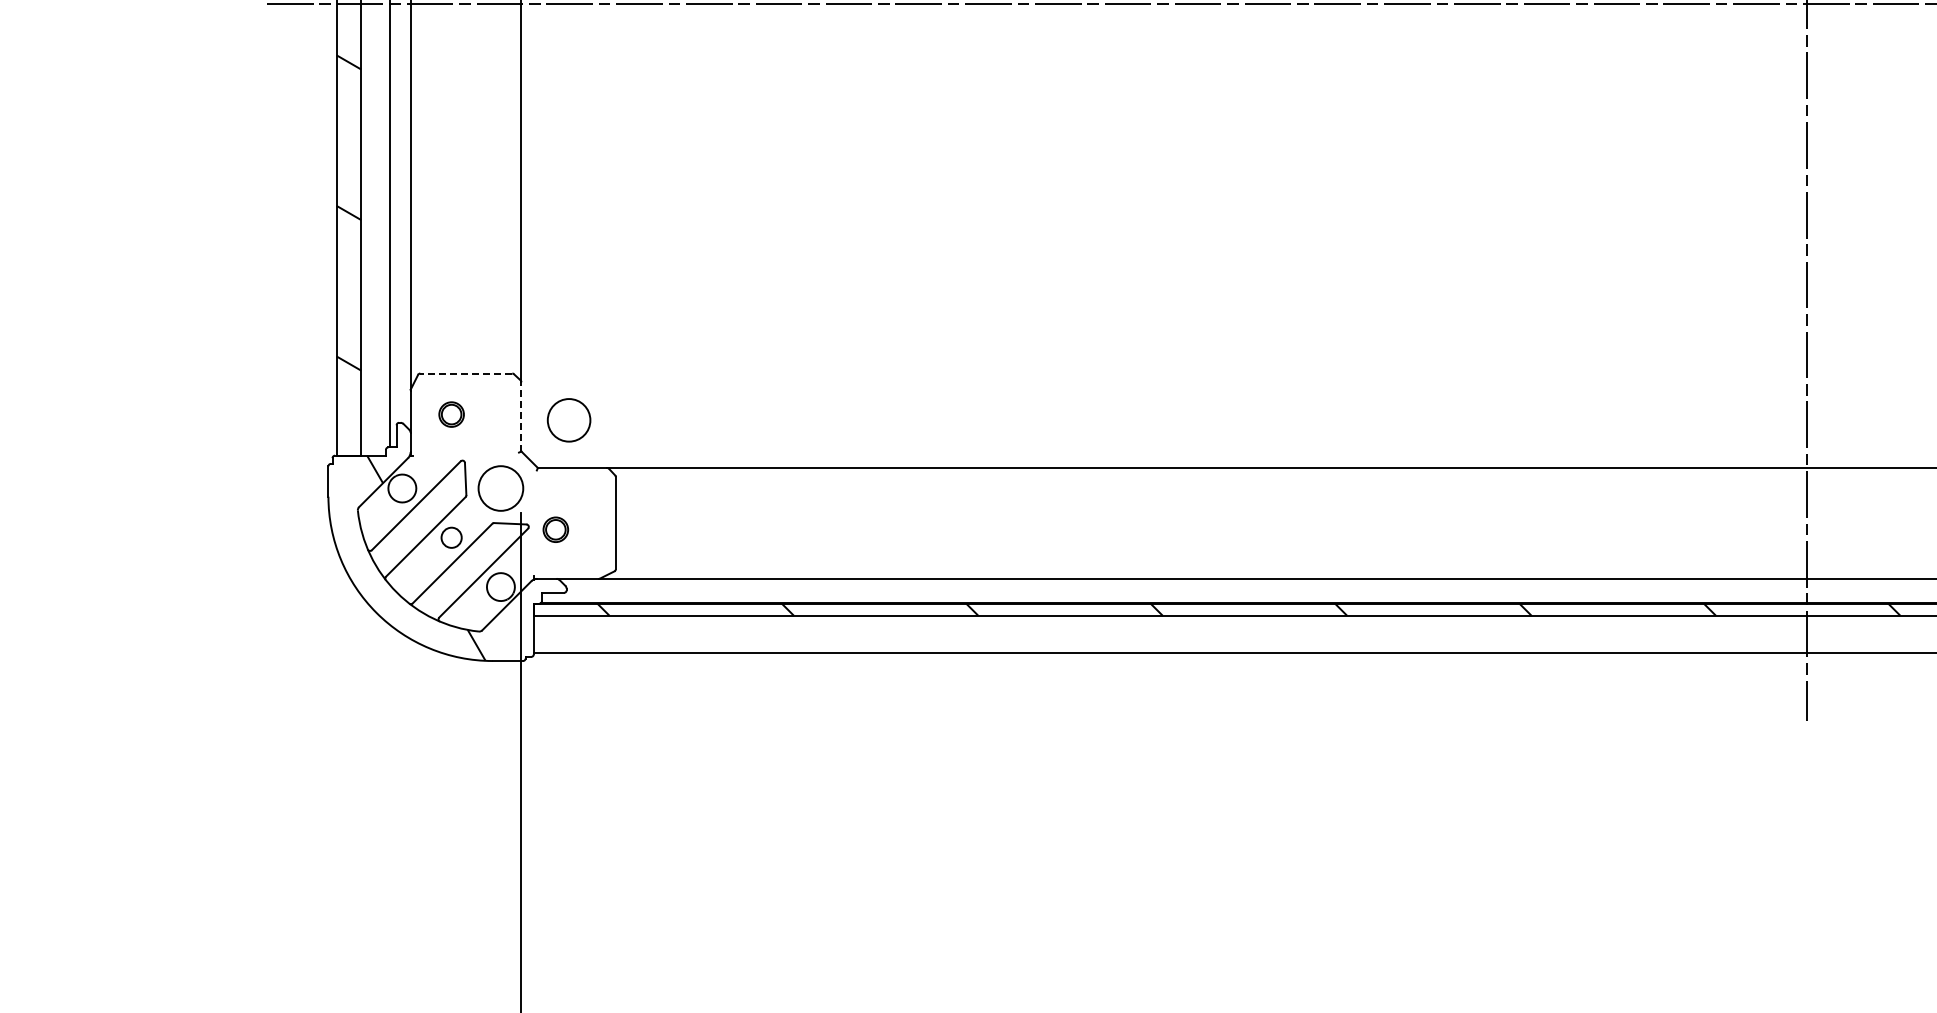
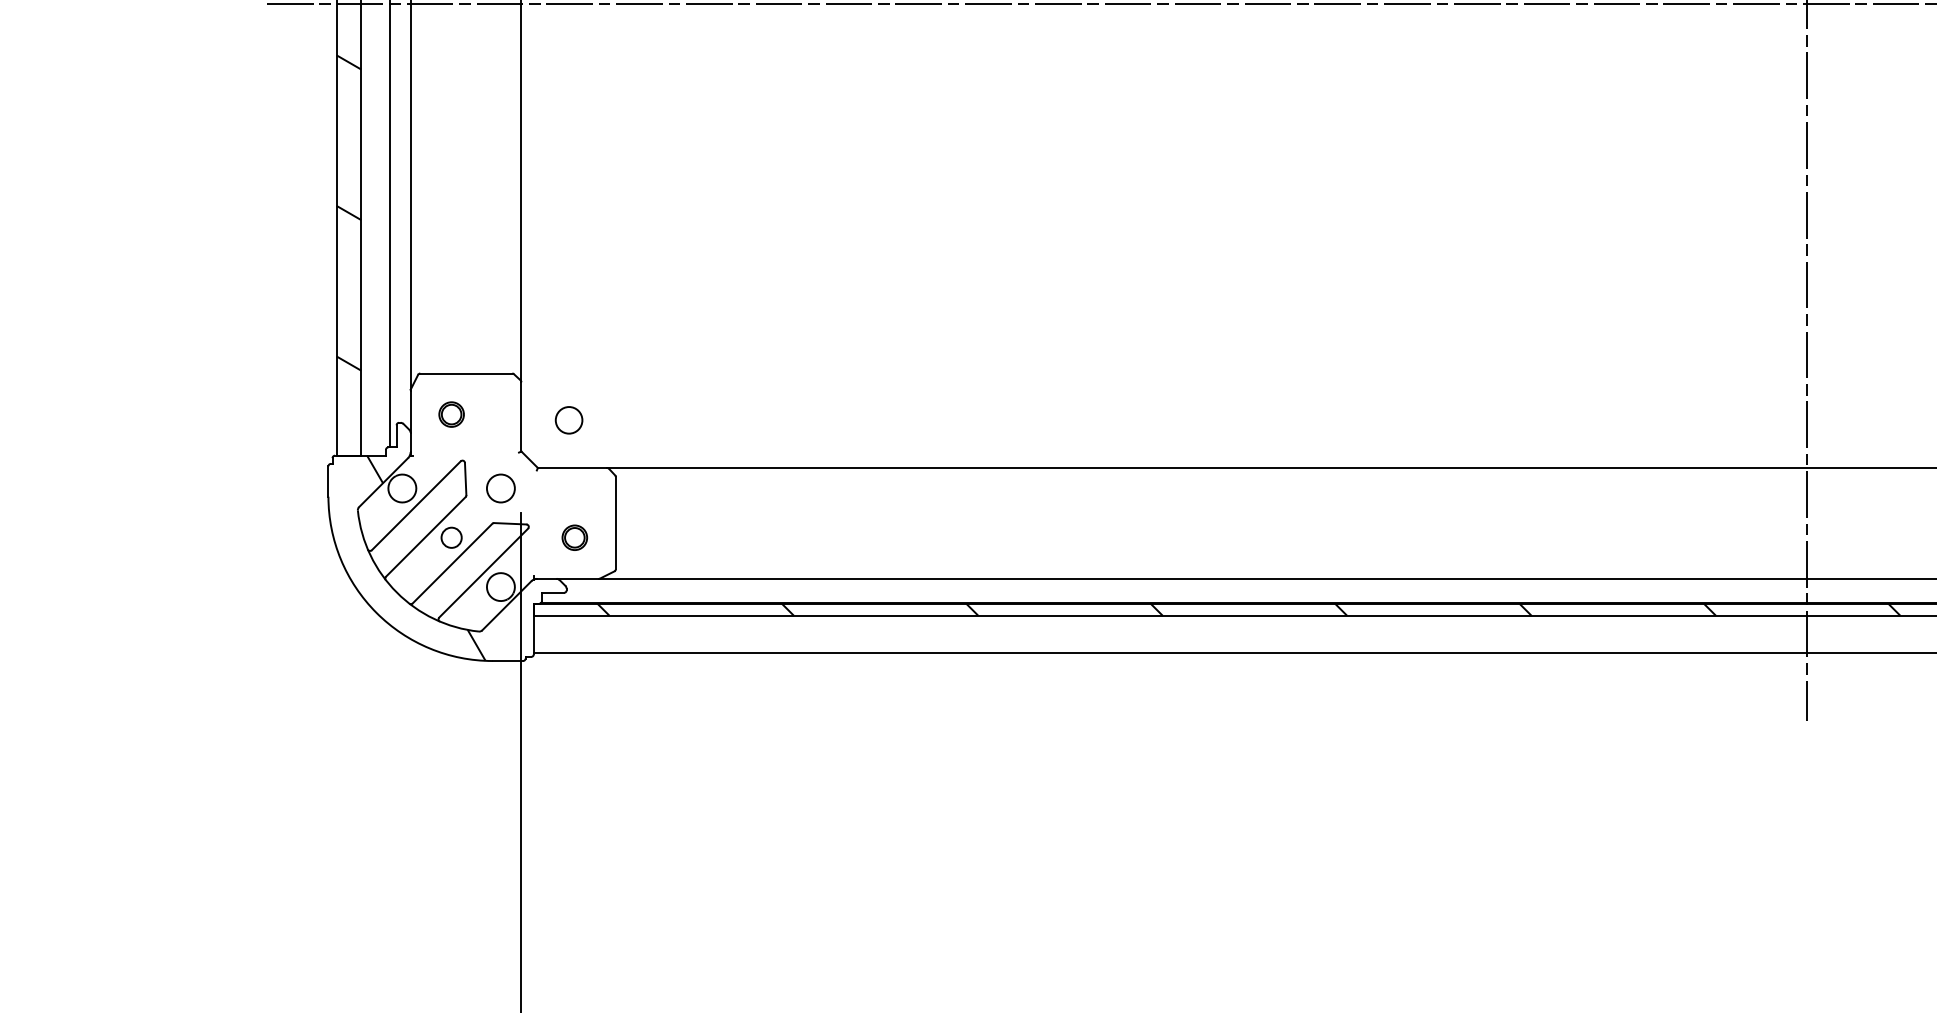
line at (466, 373): dashed -> solid
line at (521, 416): dashed -> solid
circle at (568, 420) diameter: 43 px -> 27 px
circle at (500, 488) diameter: 45 px -> 28 px
part at (555, 529) position: (555, 529) -> (574, 537)
